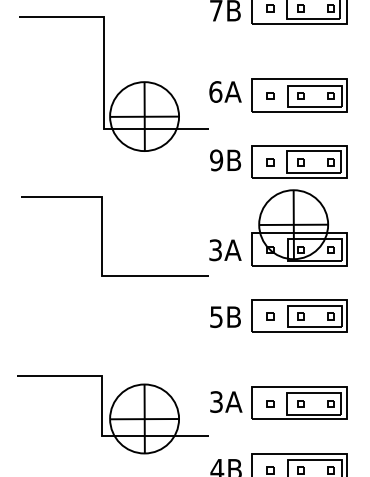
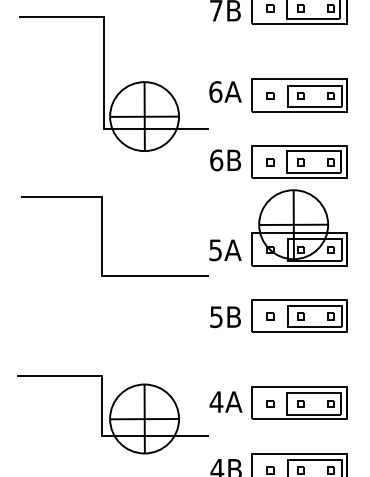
text at (216, 160): 9B -> 6B
text at (215, 249): 3A -> 5A
text at (216, 401): 3A -> 4A
